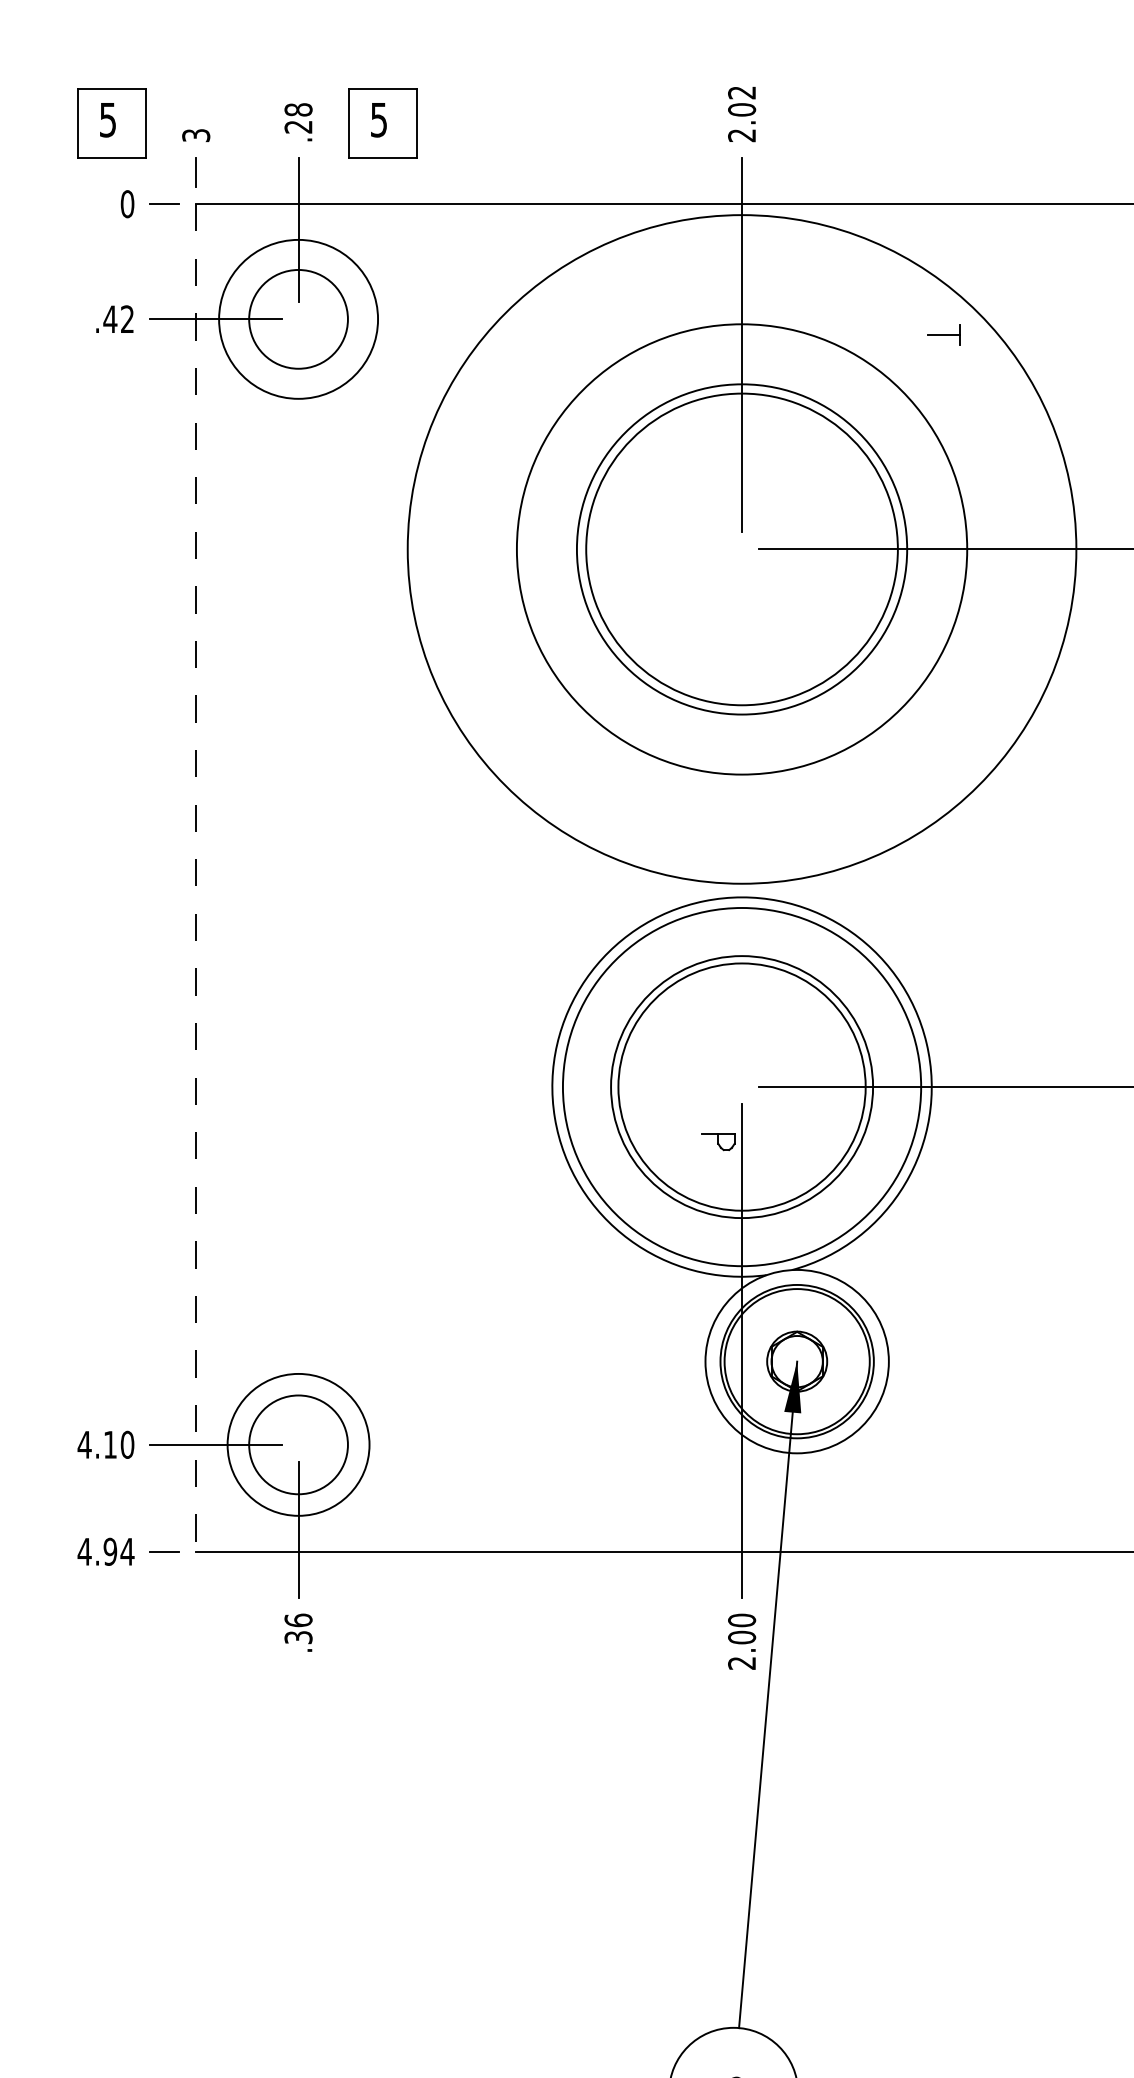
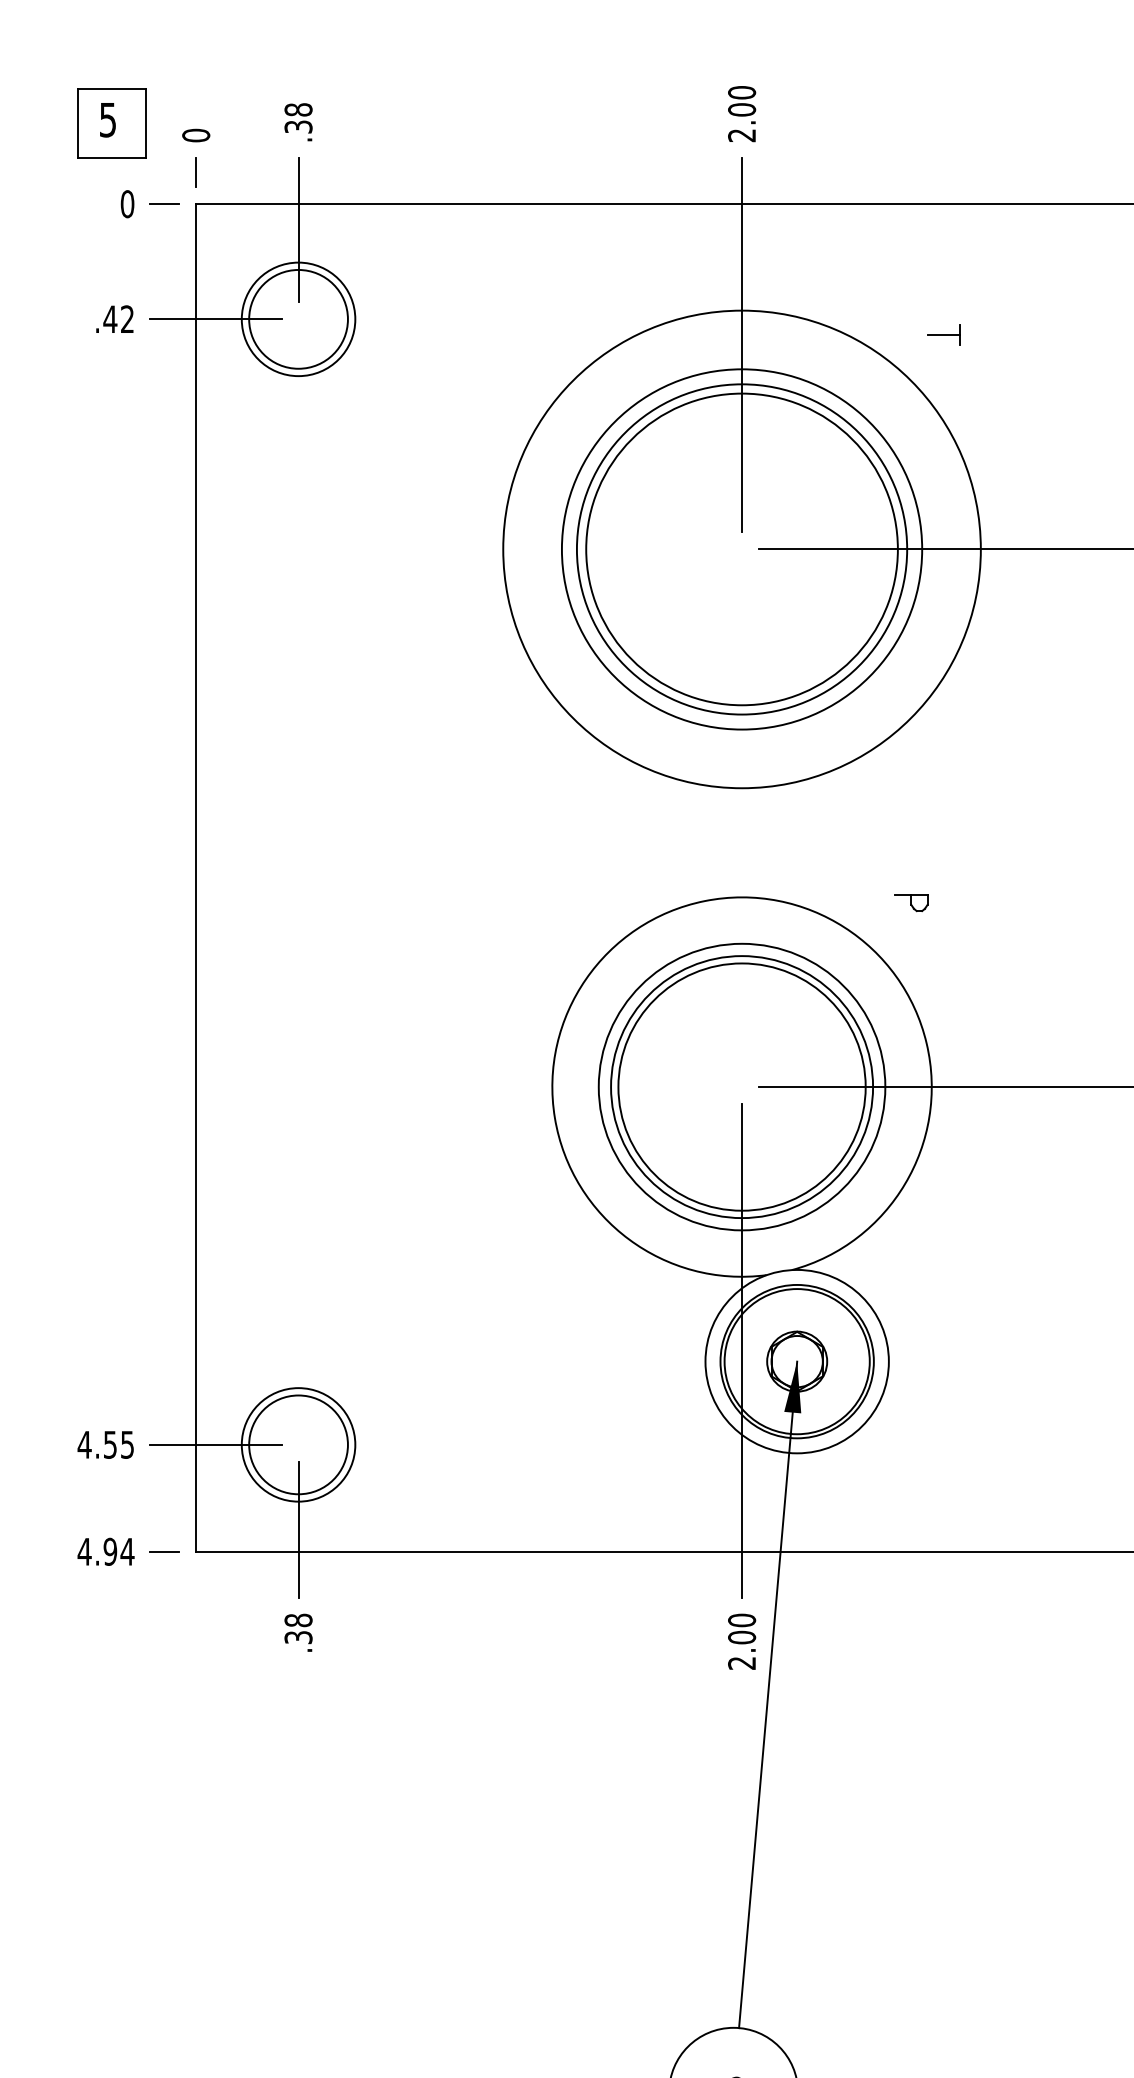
text at (742, 92): 2.02 -> 2.00
part at (382, 123): present -> none
text at (298, 126): .28 -> .38
text at (196, 135): 3 -> 0
circle at (298, 318) diameter: 159 px -> 114 px
circle at (741, 549) diameter: 450 px -> 360 px
circle at (741, 549) diameter: 669 px -> 478 px
line at (196, 878): dashed -> solid
circle at (741, 1086) diameter: 358 px -> 287 px
part at (718, 1142) position: (718, 1142) -> (911, 903)
text at (119, 1444): 4.10 -> 4.55
circle at (298, 1444) diameter: 142 px -> 114 px
text at (298, 1620): .36 -> .38
